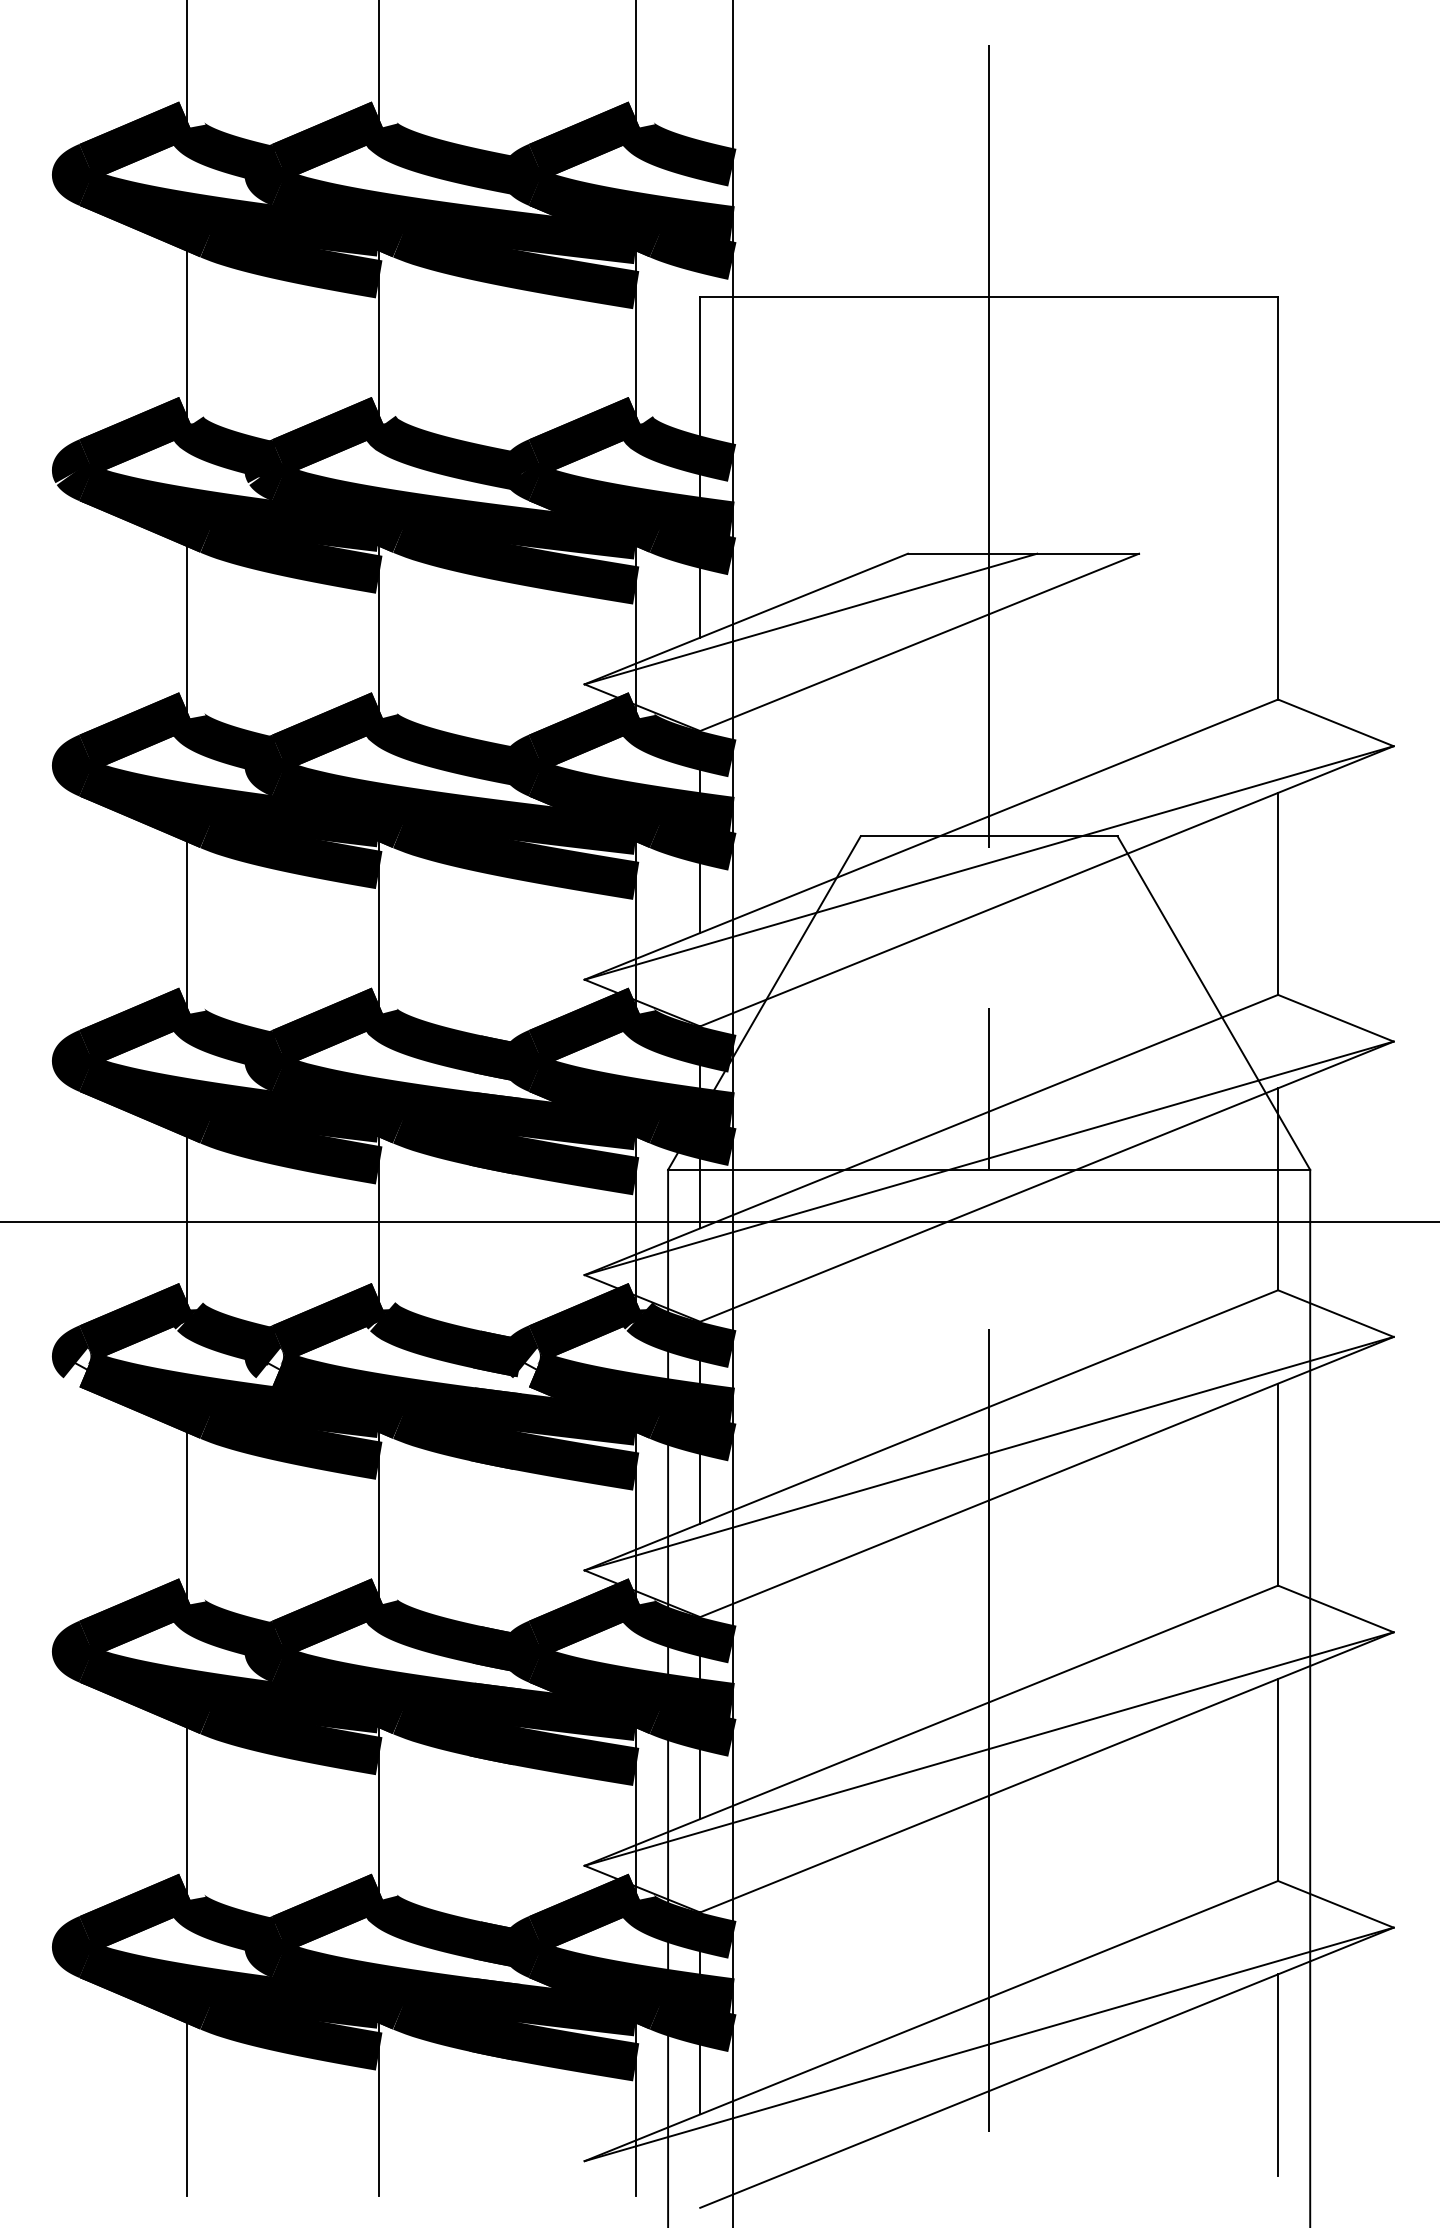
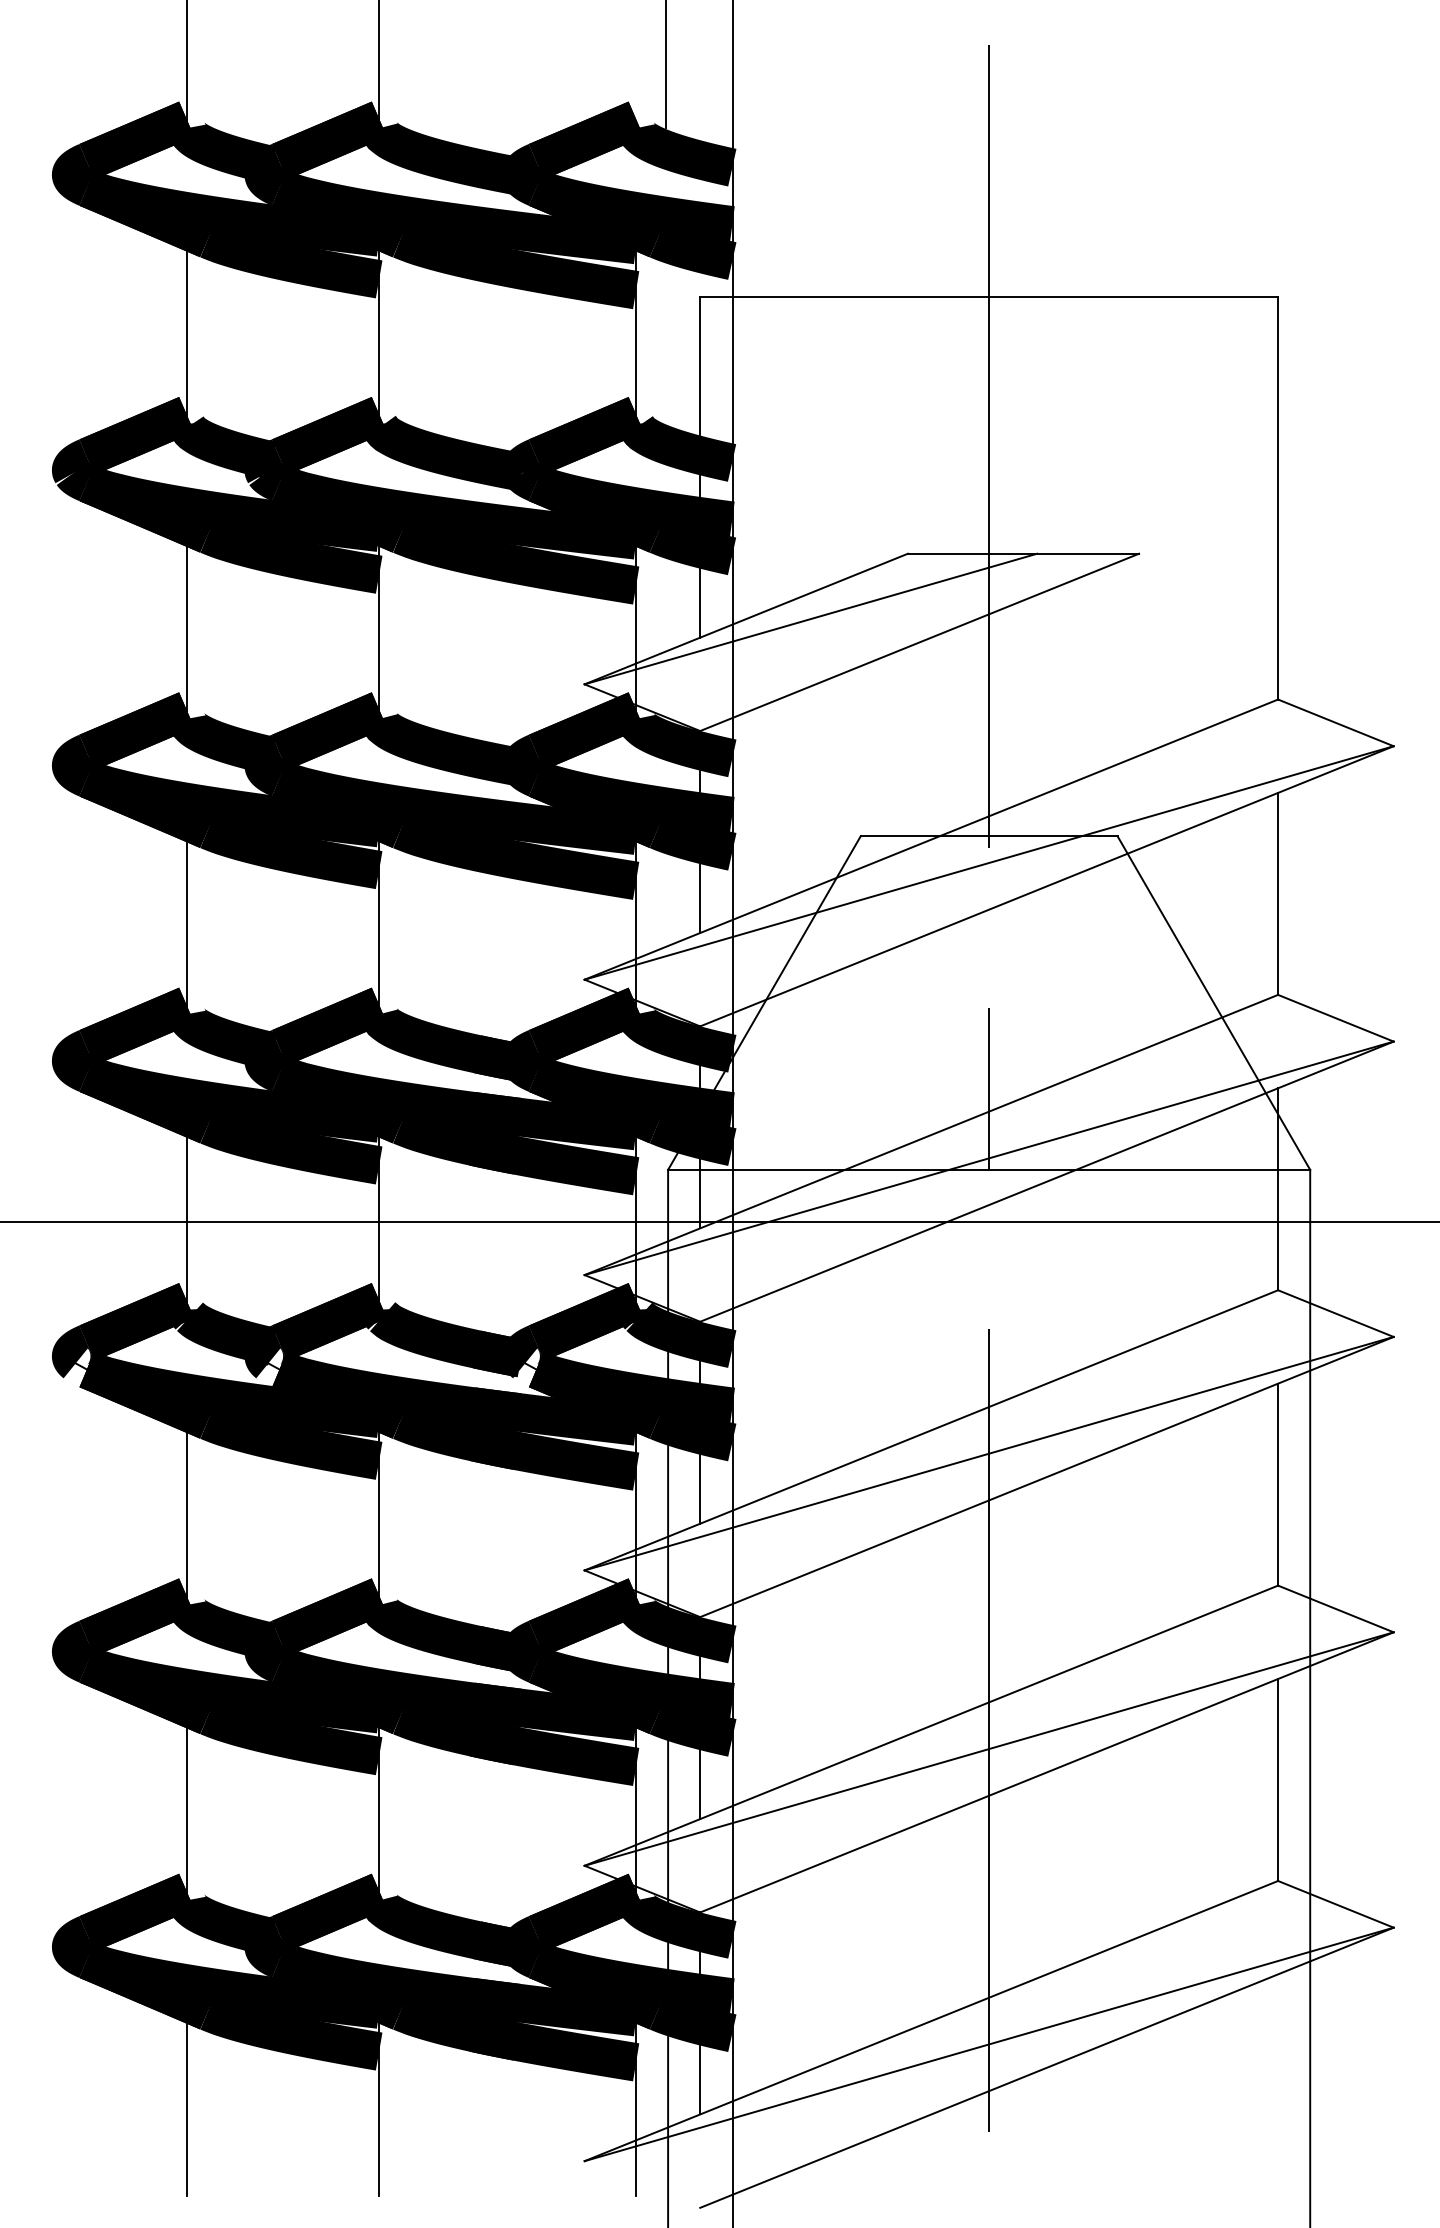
line at (636, 65) position: (636, 65) -> (666, 65)
line at (1278, 2075): present -> none
